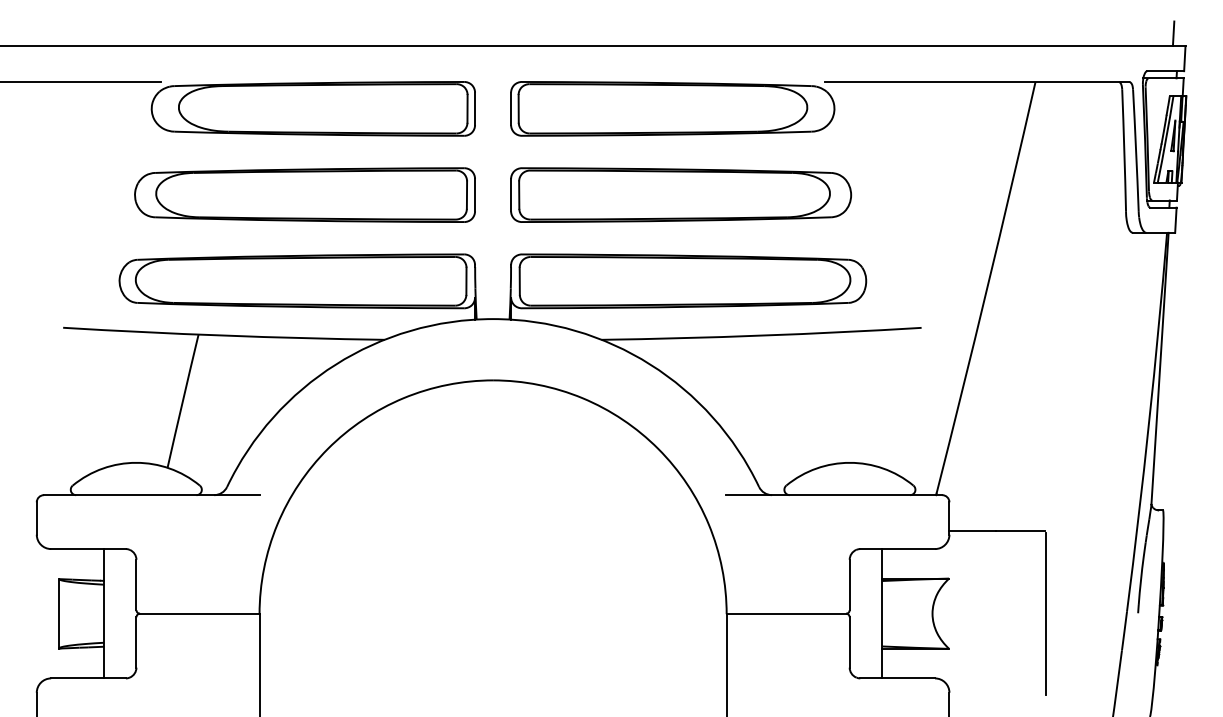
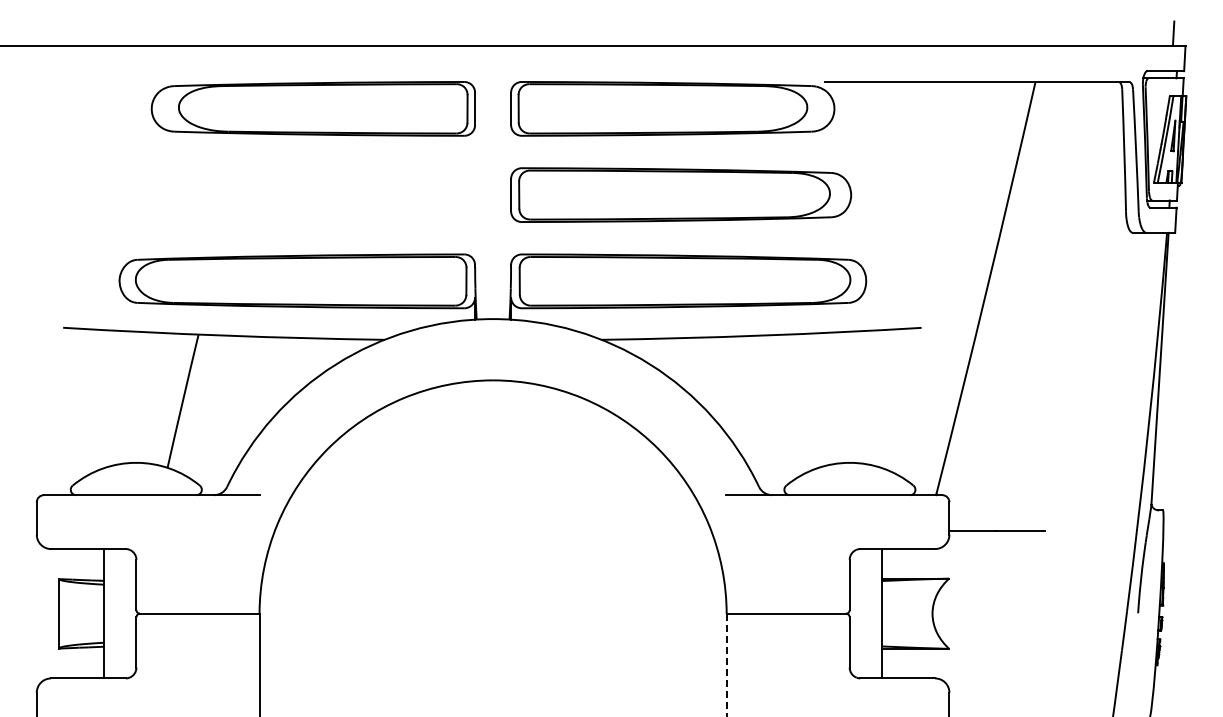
line at (81, 81): present -> none
part at (304, 194): present -> none
line at (1046, 613): present -> none
line at (726, 666): solid -> dashed
